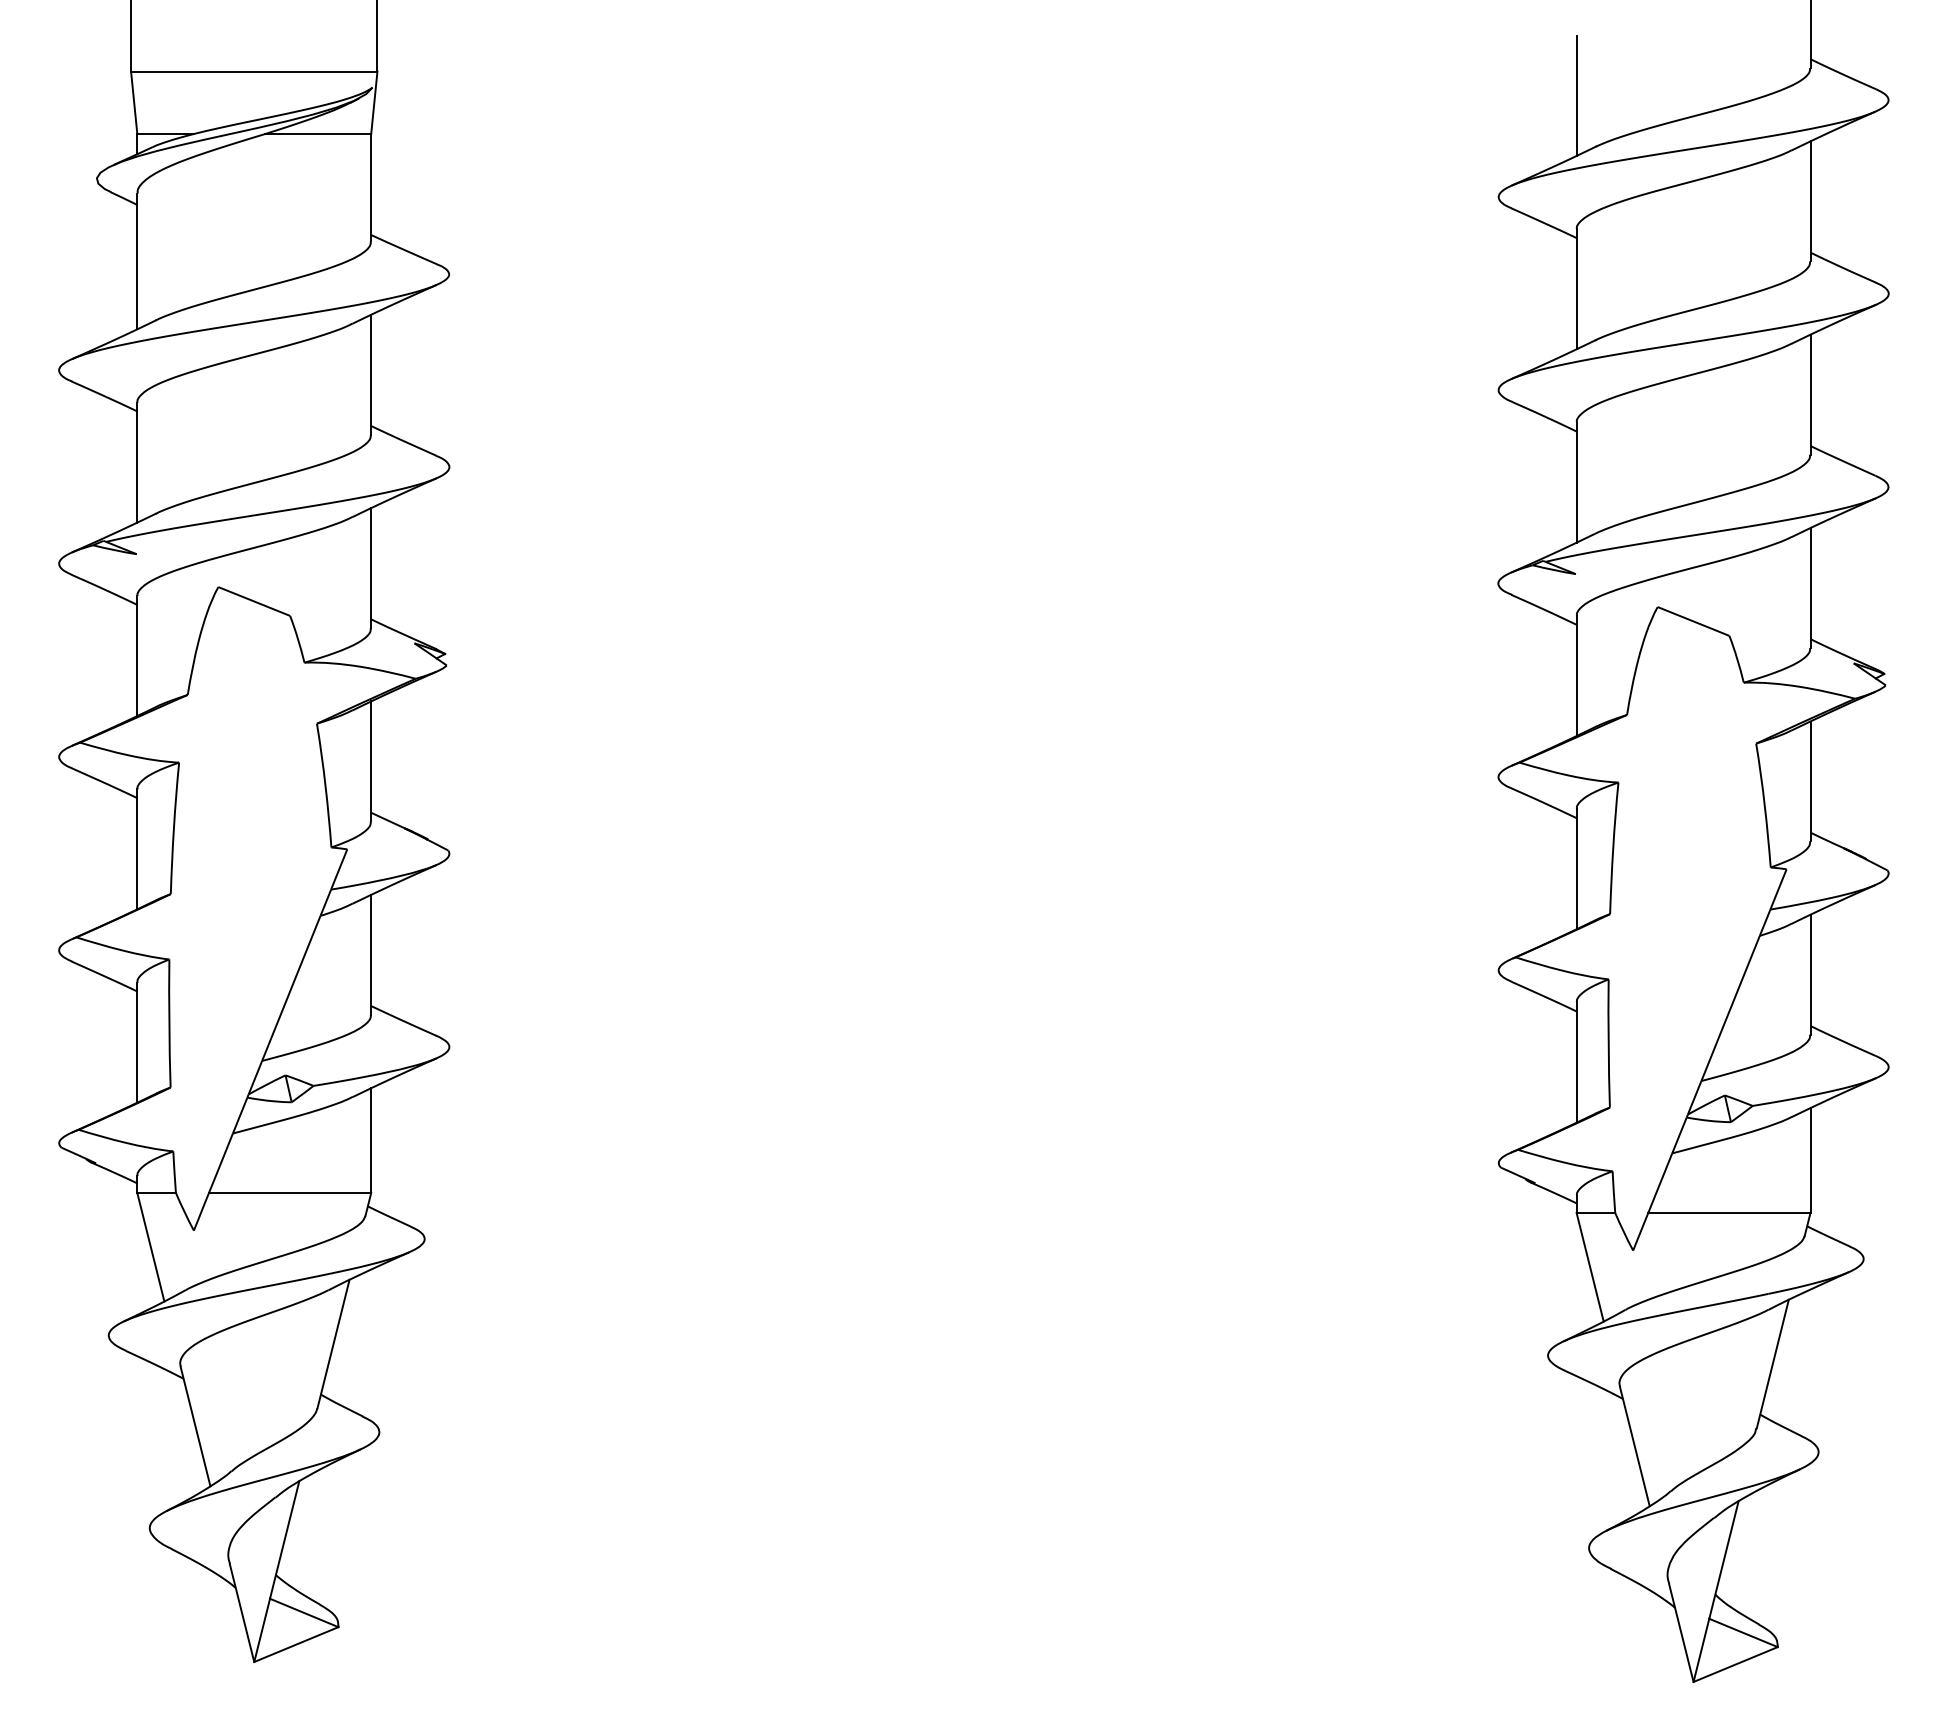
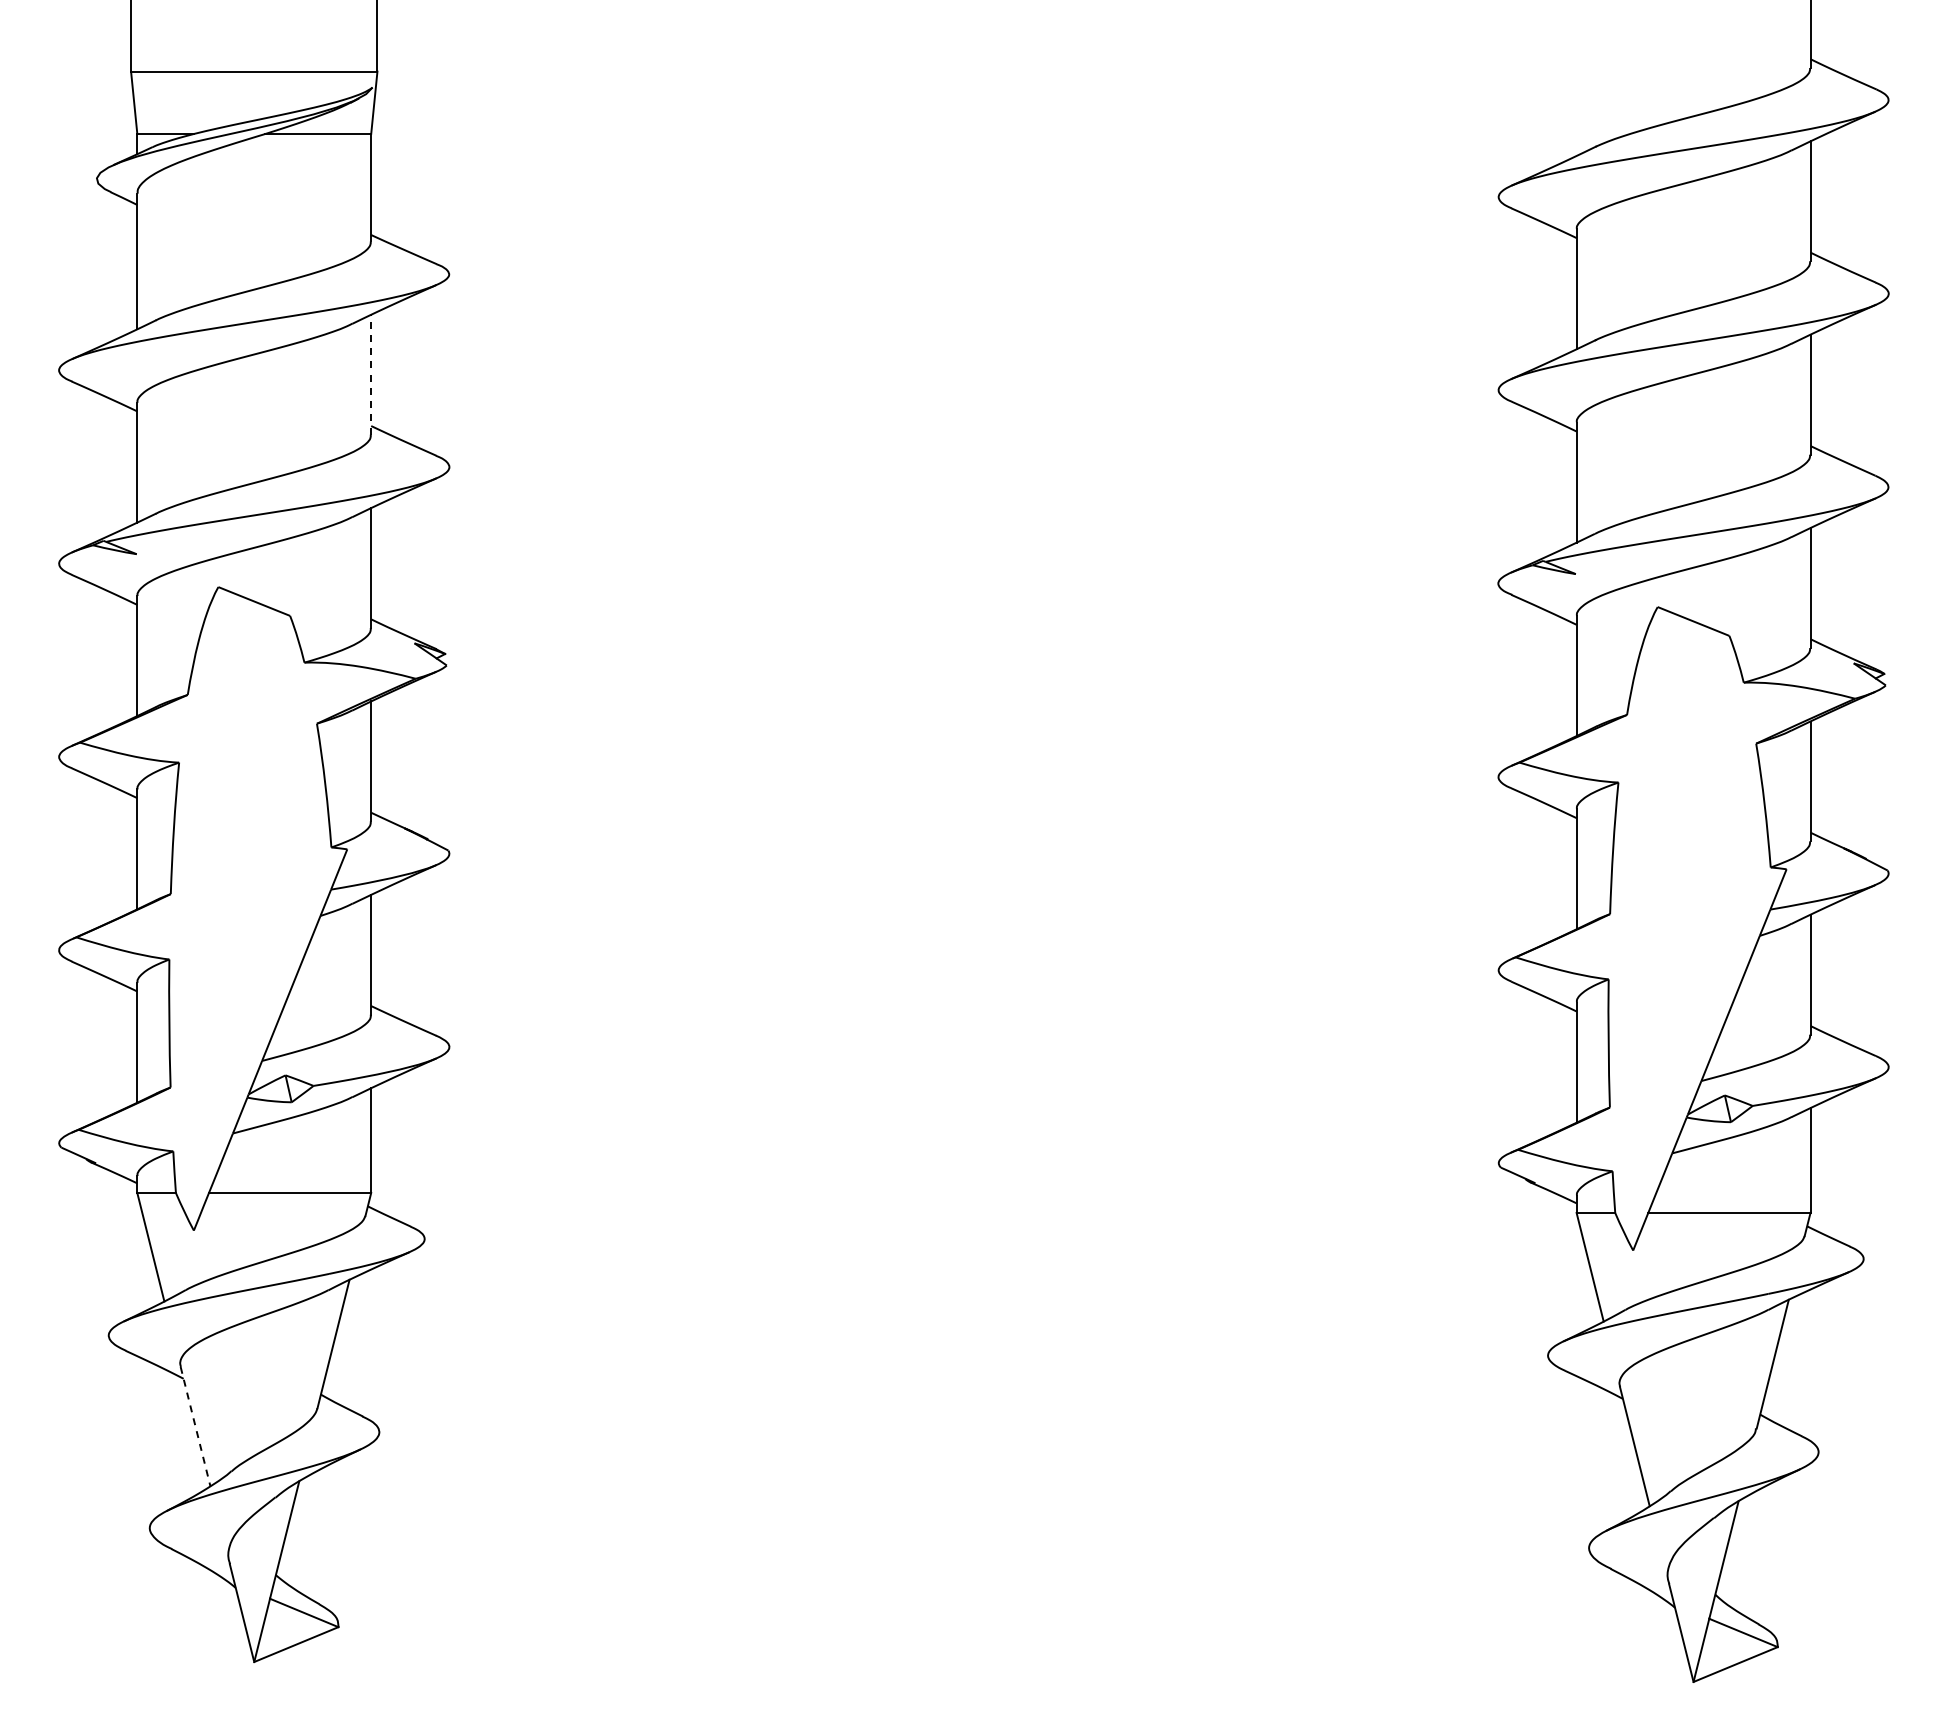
line at (1576, 95): present -> none
line at (371, 374): solid -> dashed
line at (195, 1427): solid -> dashed
